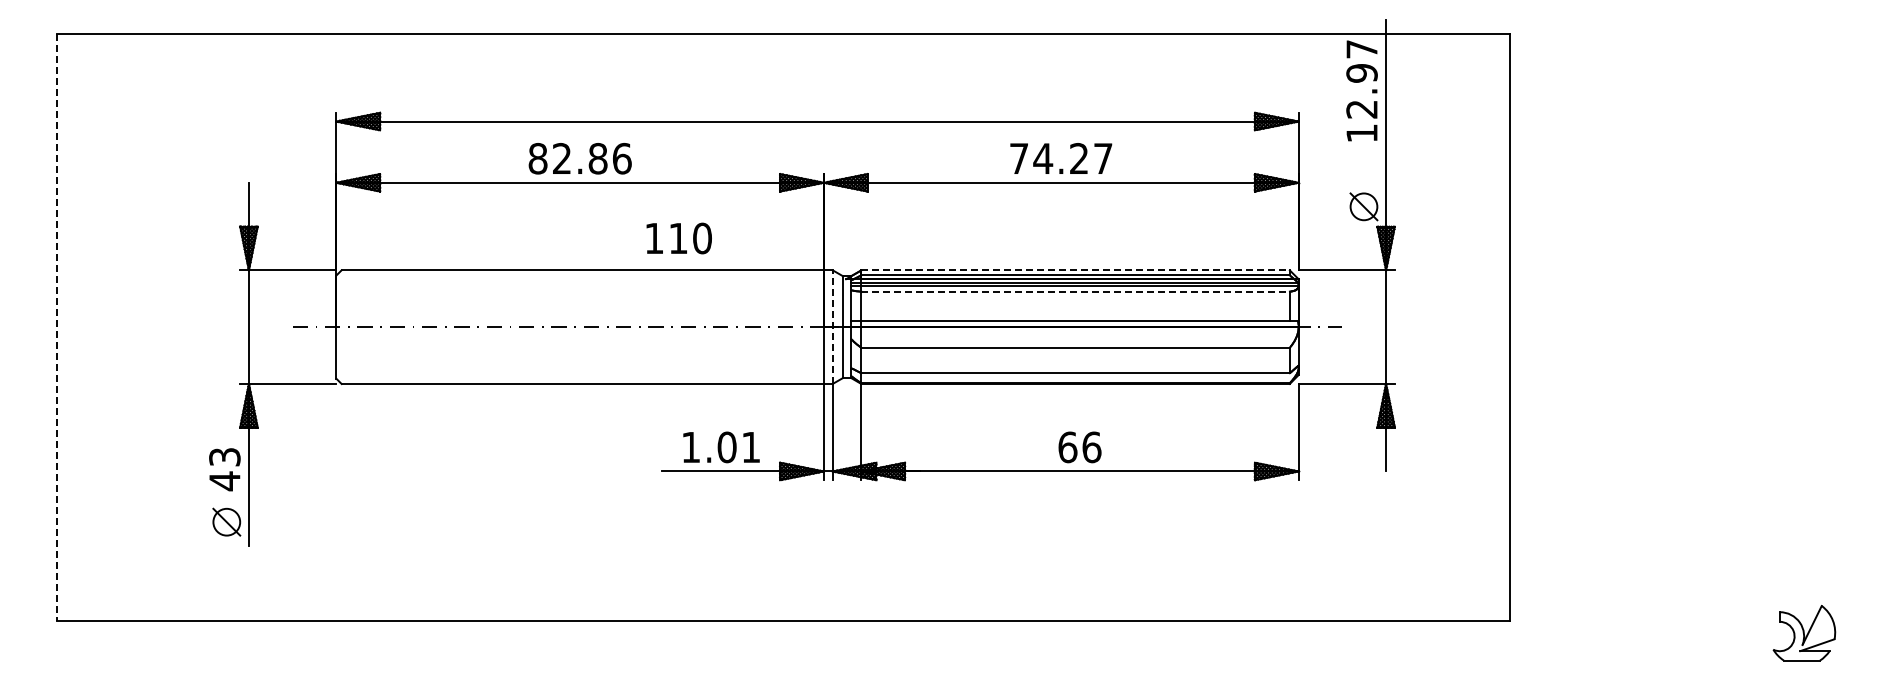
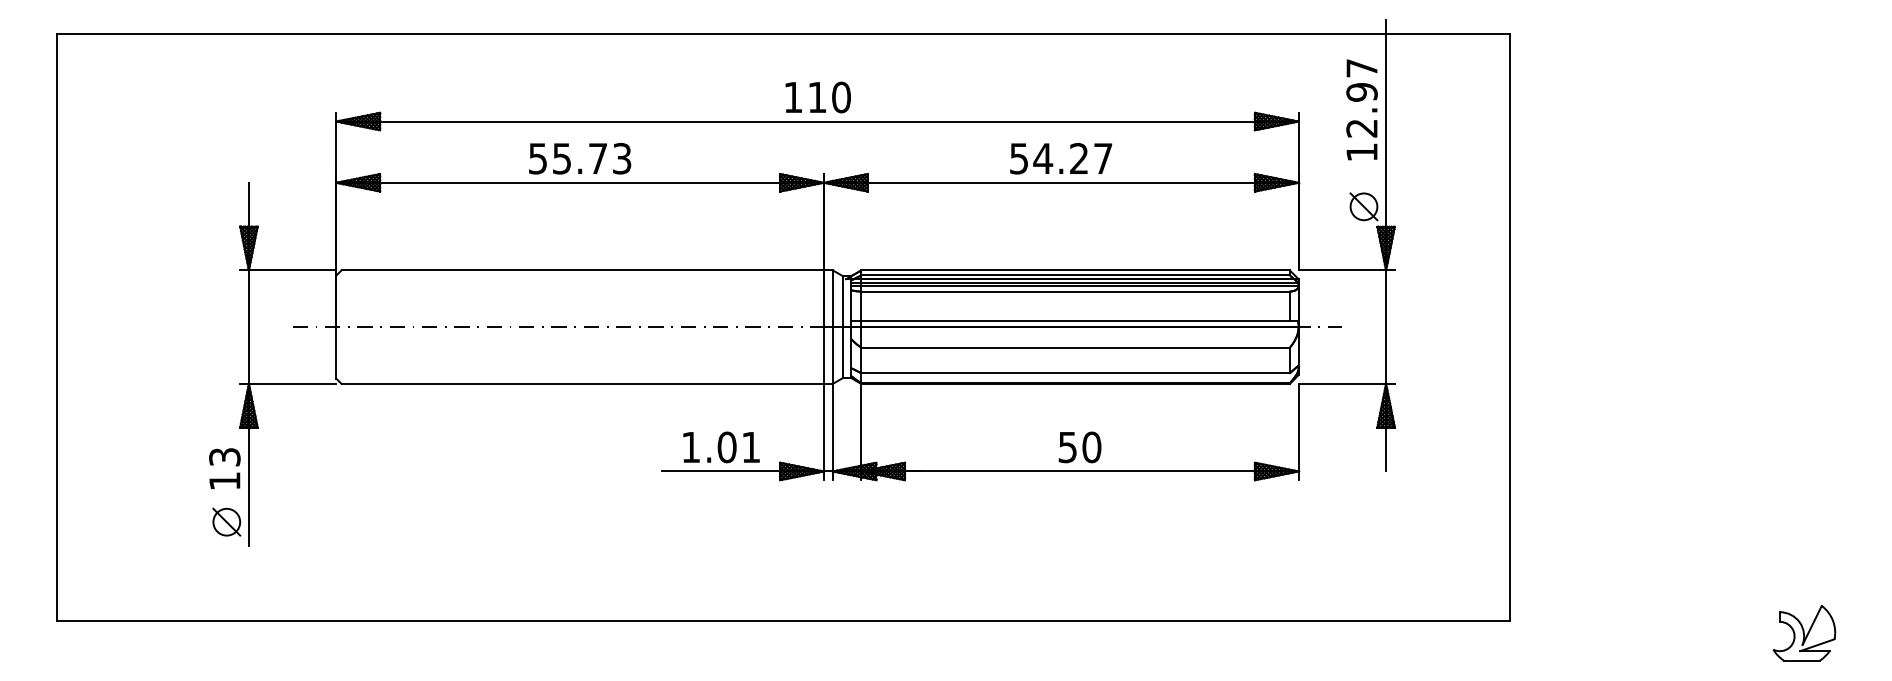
text at (1361, 90) position: (1361, 90) -> (1361, 109)
text at (579, 158): 82.86 -> 55.73
text at (1018, 158): 74.27 -> 54.27
text at (678, 238) position: (678, 238) -> (817, 97)
line at (1076, 270): dashed -> solid
line at (1076, 291): dashed -> solid
line at (56, 327): dashed -> solid
line at (832, 327): dashed -> solid
text at (1079, 447): 66 -> 50
text at (224, 481): 43 -> 13
